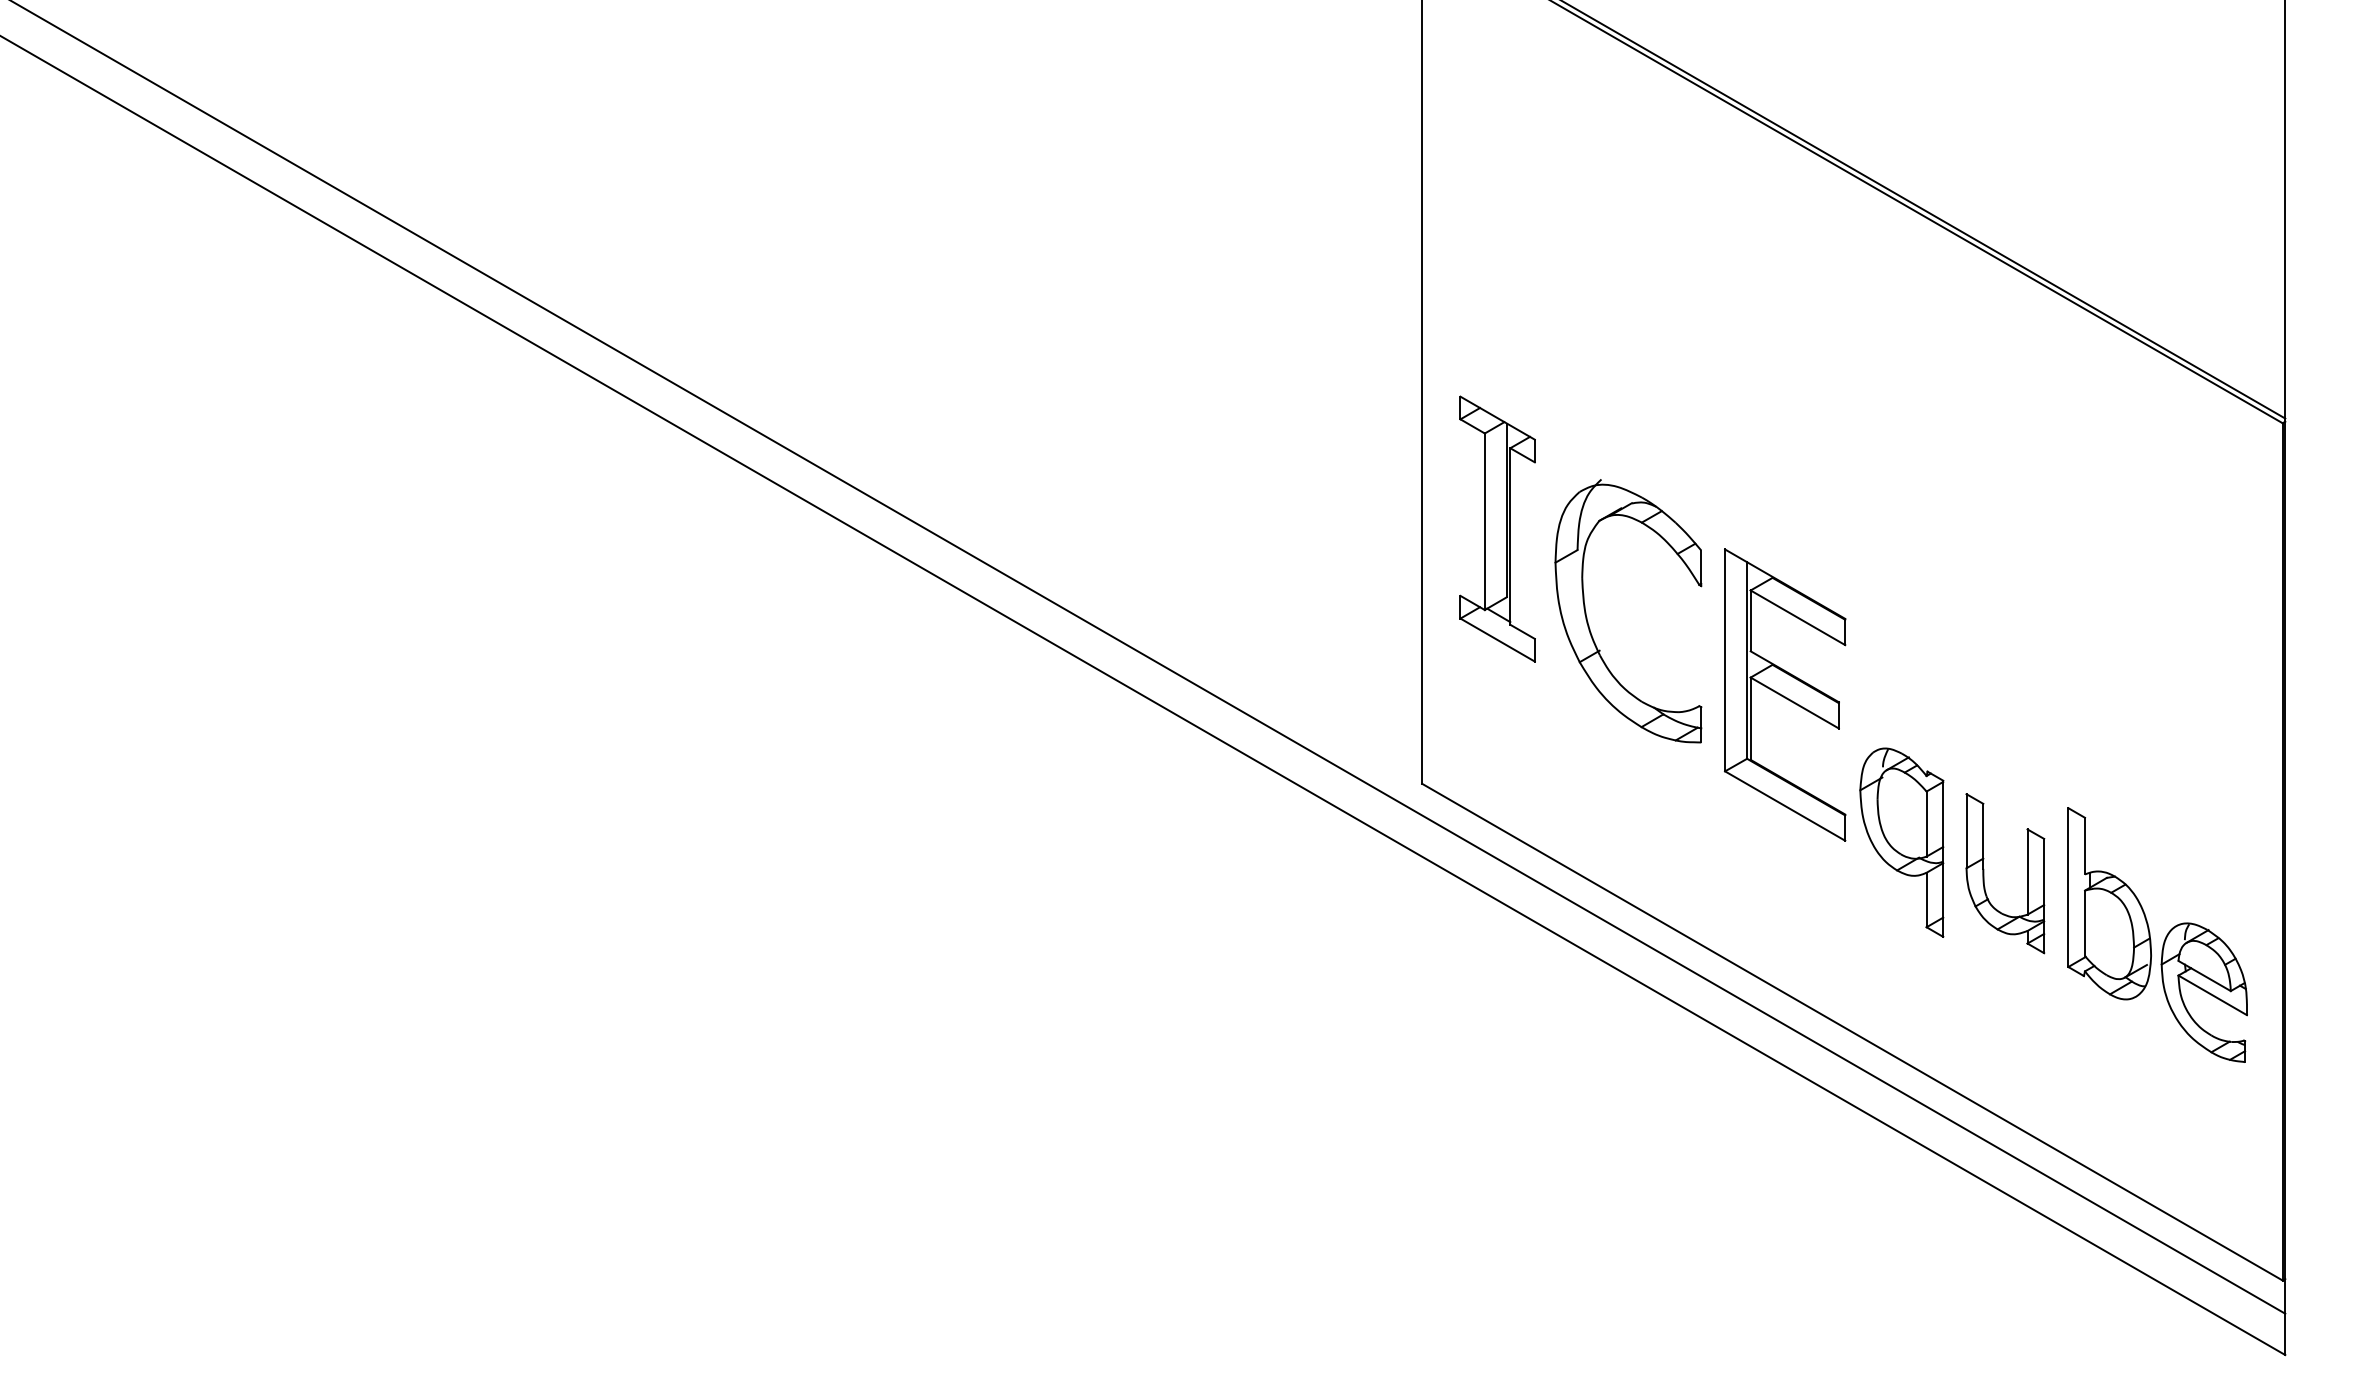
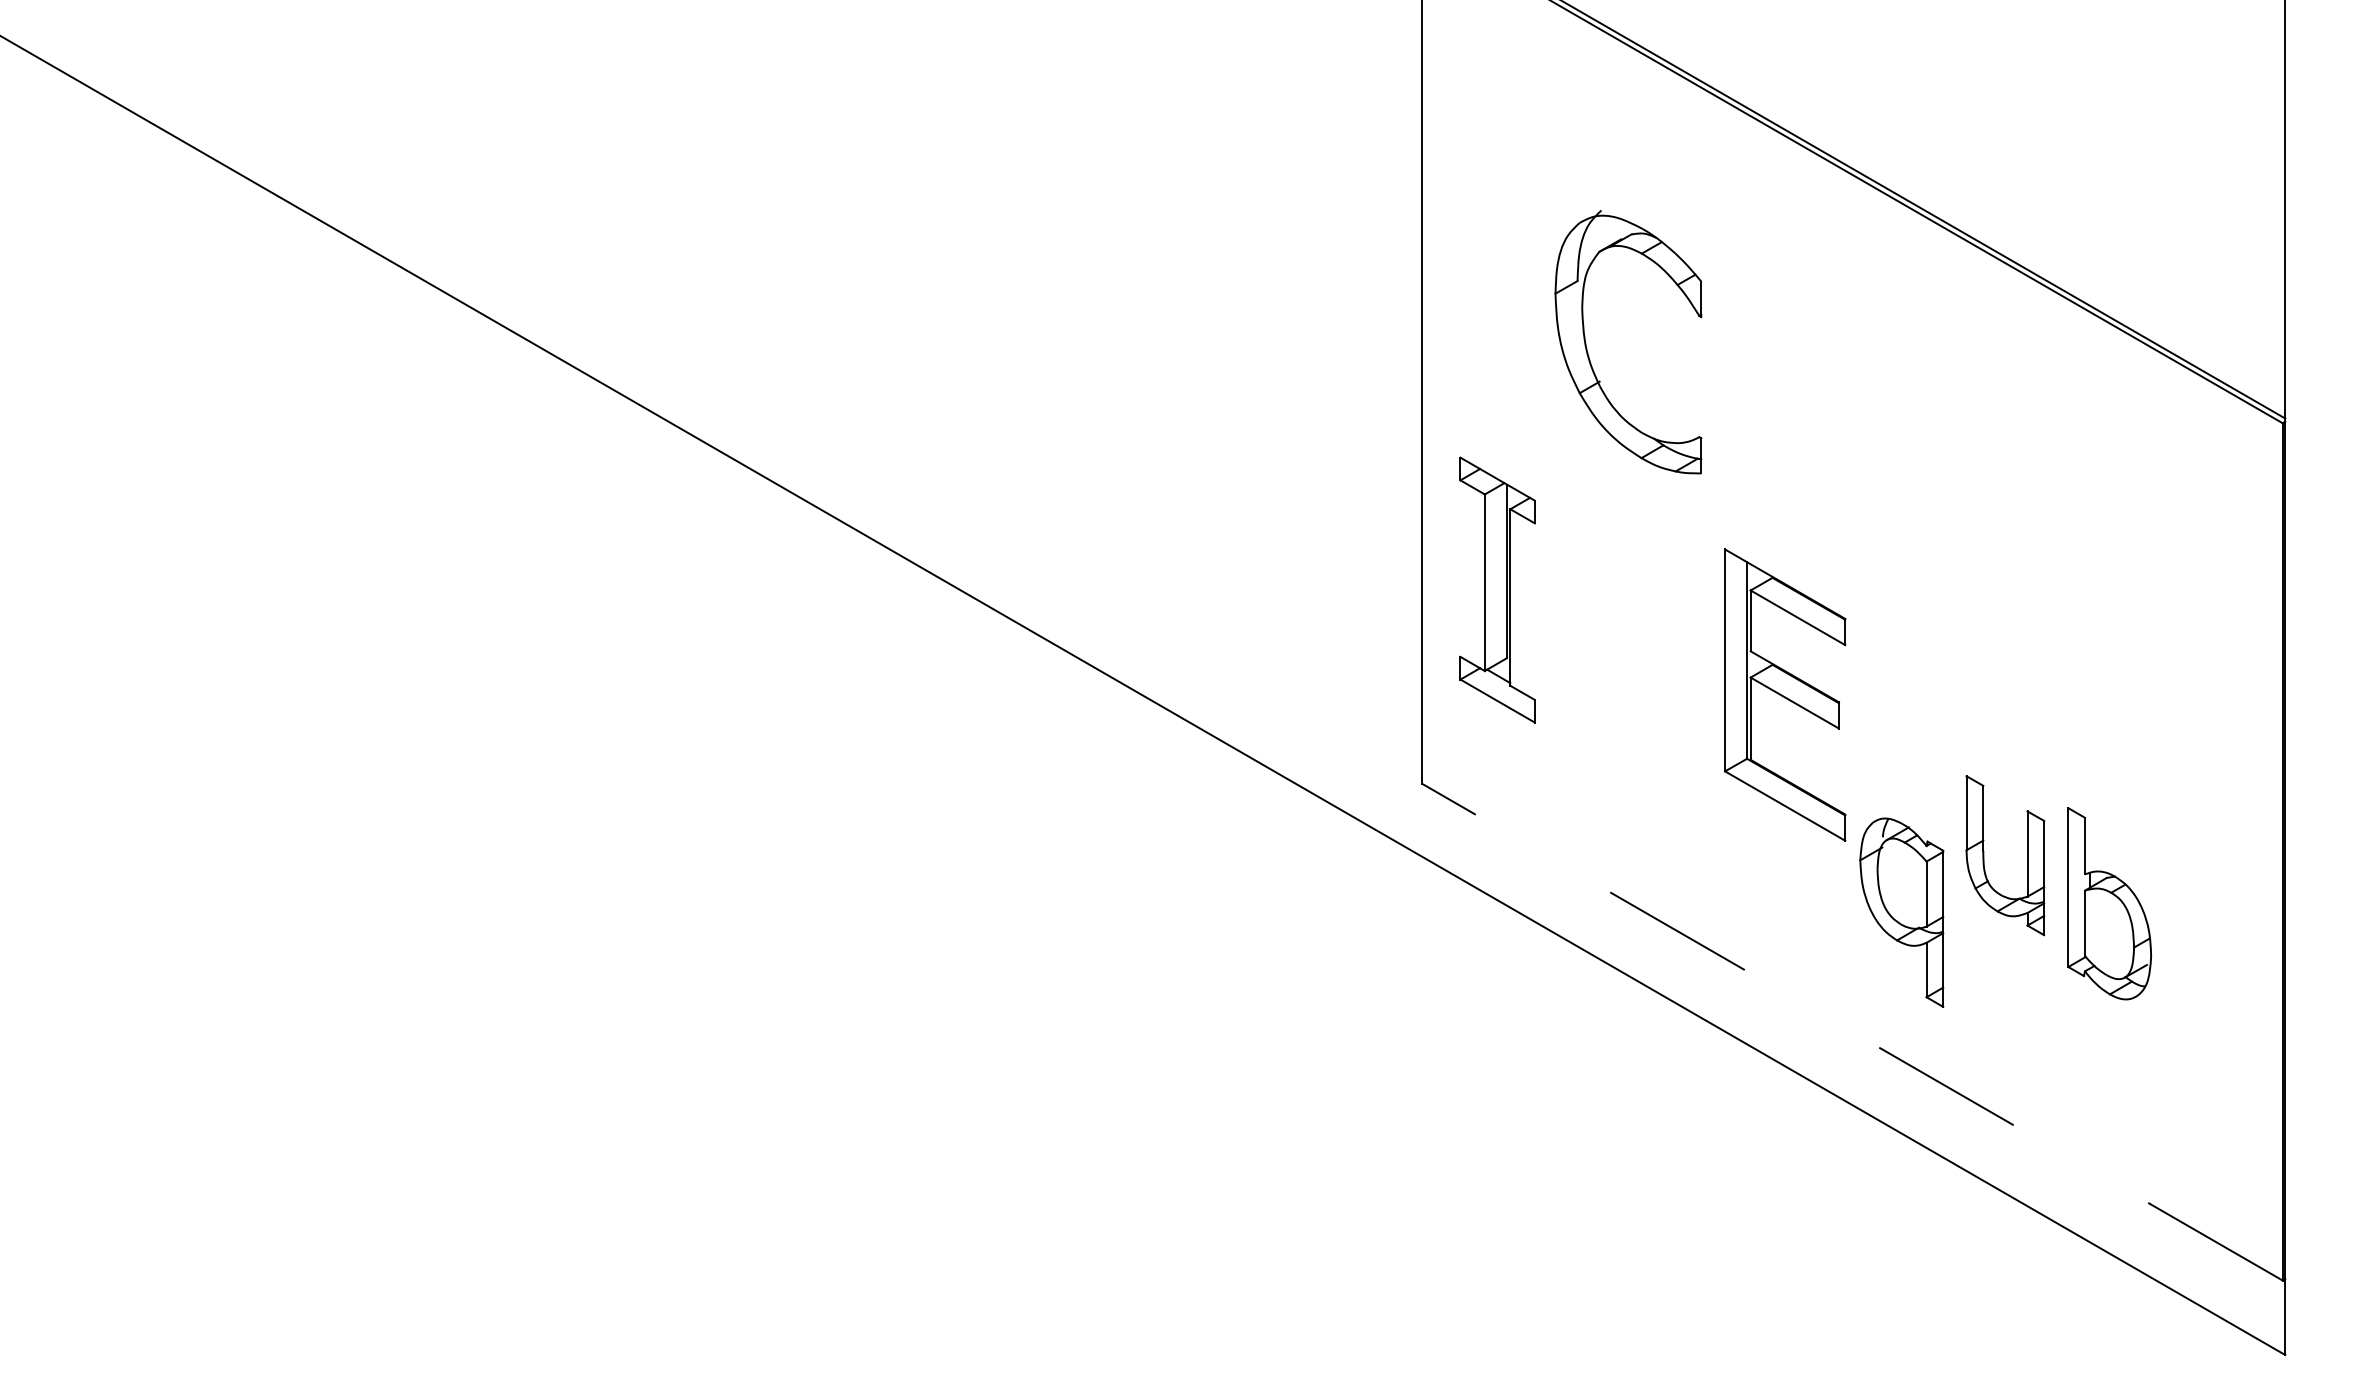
part at (1497, 528) position: (1497, 528) -> (1497, 589)
part at (1588, 621) position: (1588, 621) -> (1588, 352)
line at (1149, 657): present -> none
part at (1901, 842) position: (1901, 842) -> (1901, 912)
part at (1984, 873) position: (1984, 873) -> (1984, 855)
part at (2203, 992): present -> none
line at (1852, 1032): solid -> dashed
